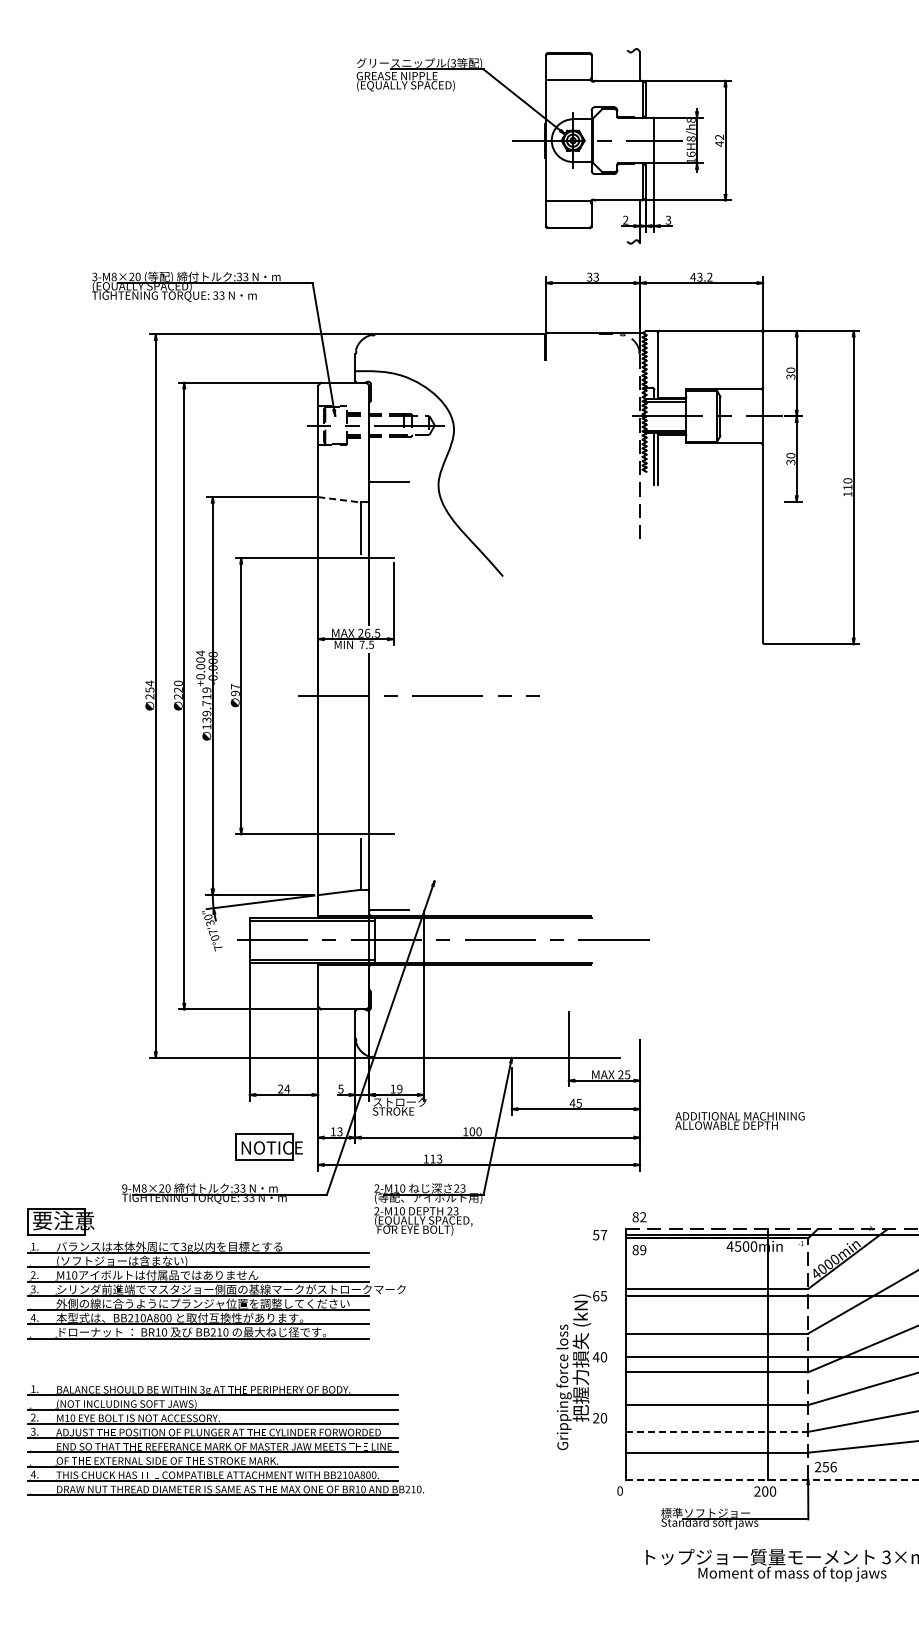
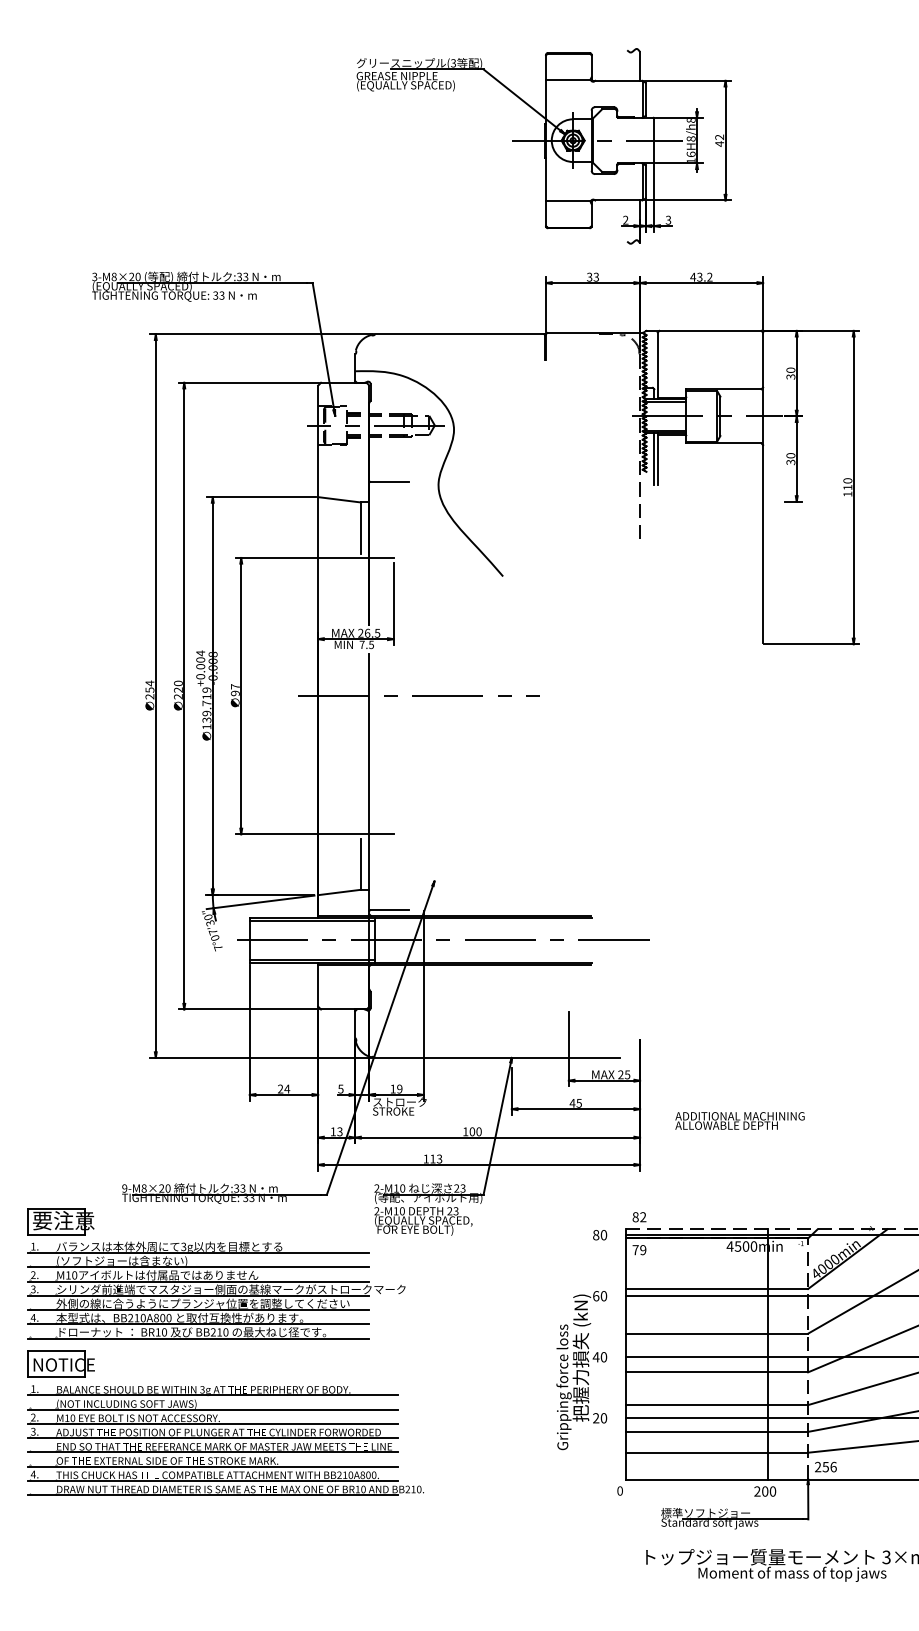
line at (339, 499): dashed -> solid
part at (268, 1146) position: (268, 1146) -> (60, 1363)
text at (600, 1235): 57 -> 80
text at (635, 1250): 89 -> 79
text at (603, 1296): 65 -> 60
line at (770, 1418): none -> present
line at (717, 1431): dashed -> solid
line at (772, 1479): dashed -> solid
